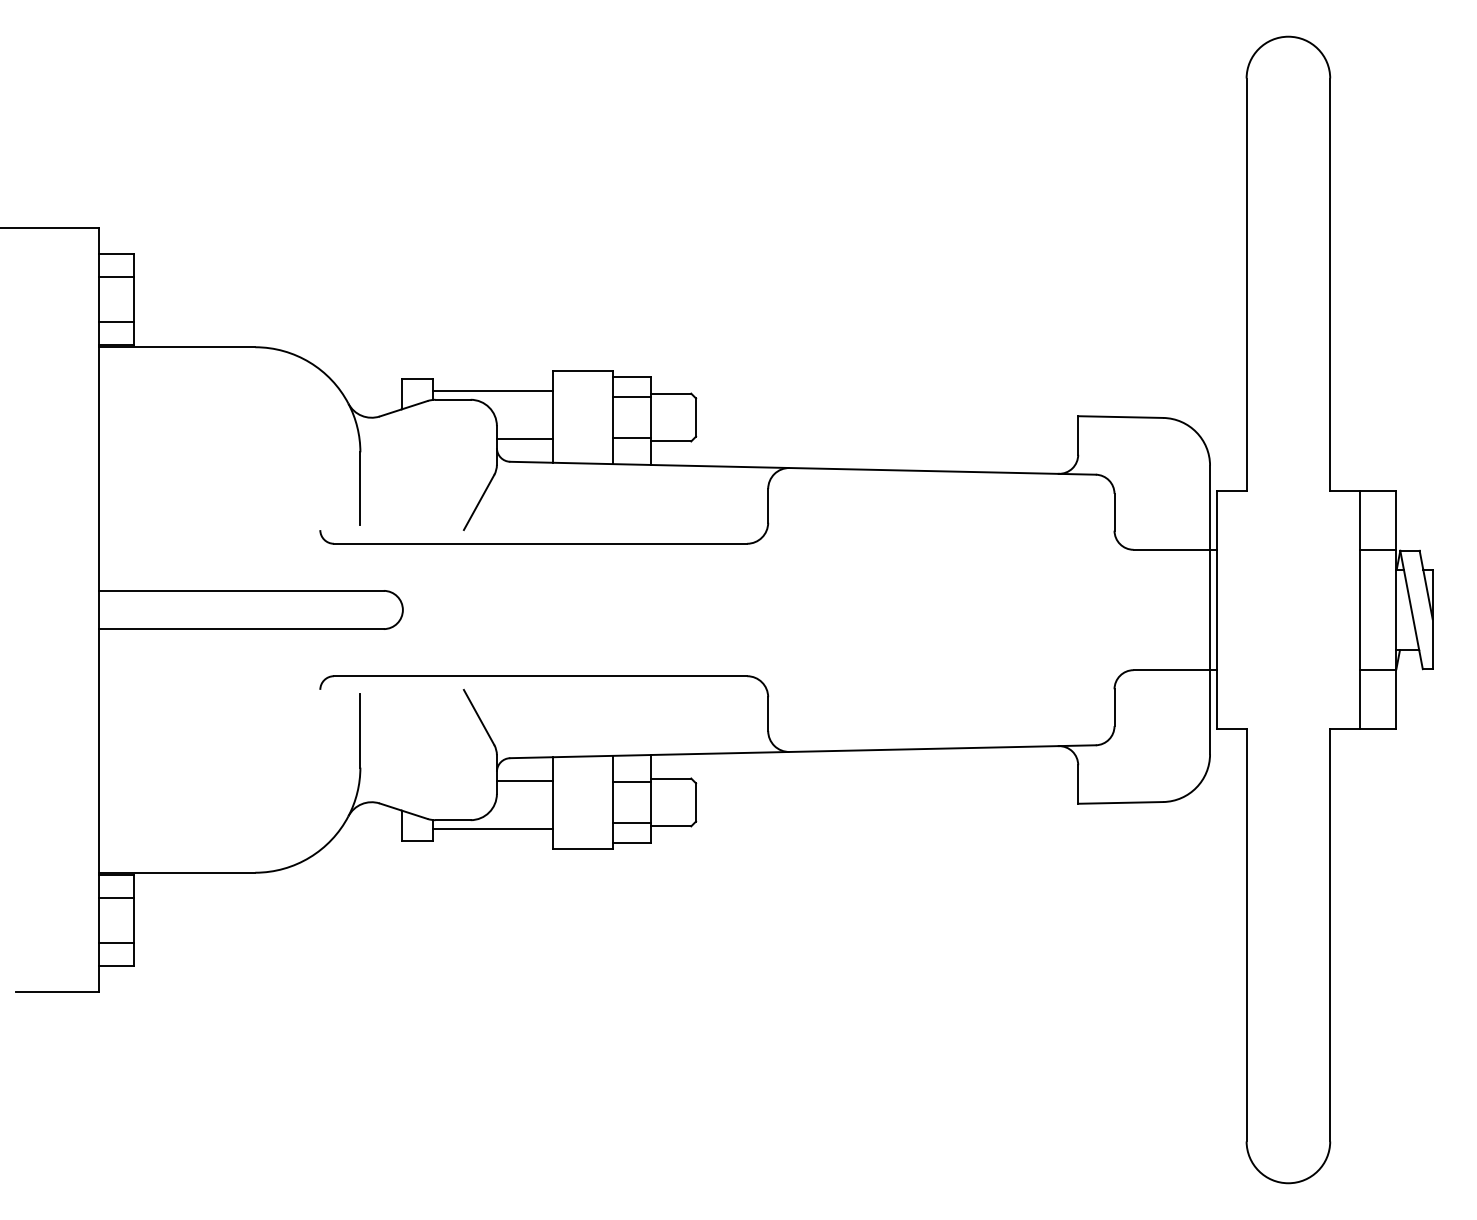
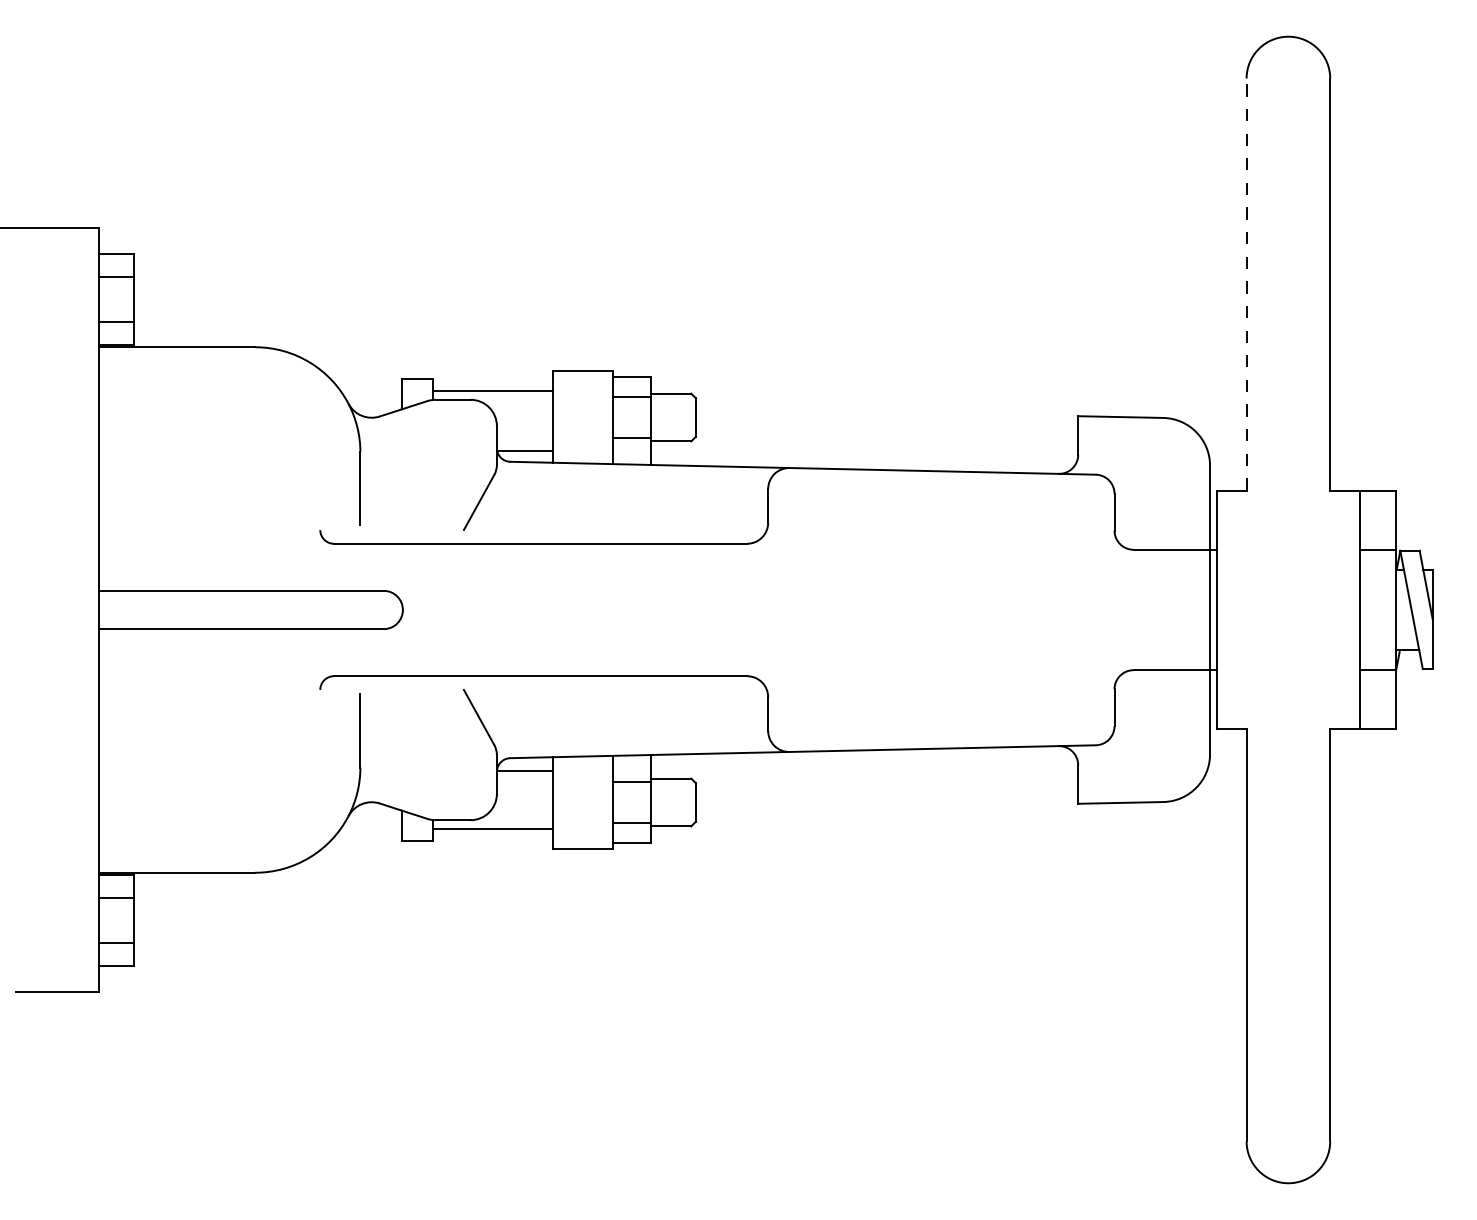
line at (1246, 284): solid -> dashed
line at (524, 438) position: (524, 438) -> (524, 450)
line at (524, 781) position: (524, 781) -> (524, 771)
